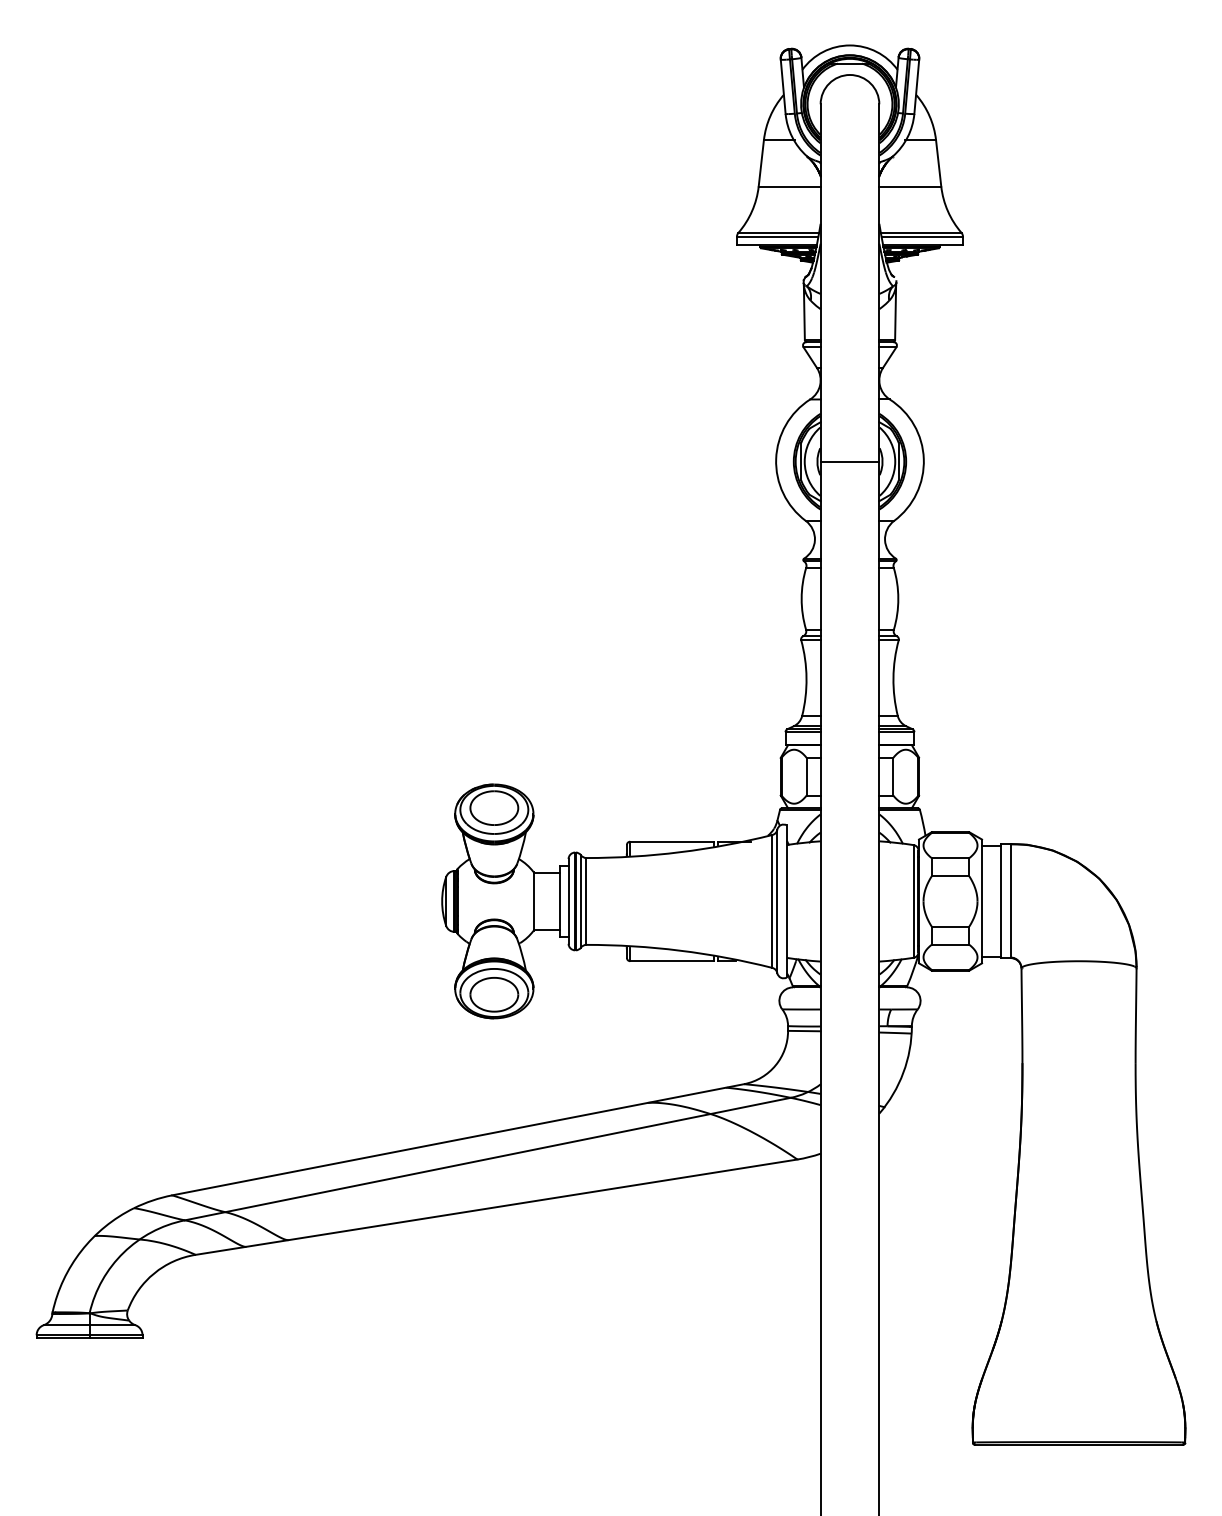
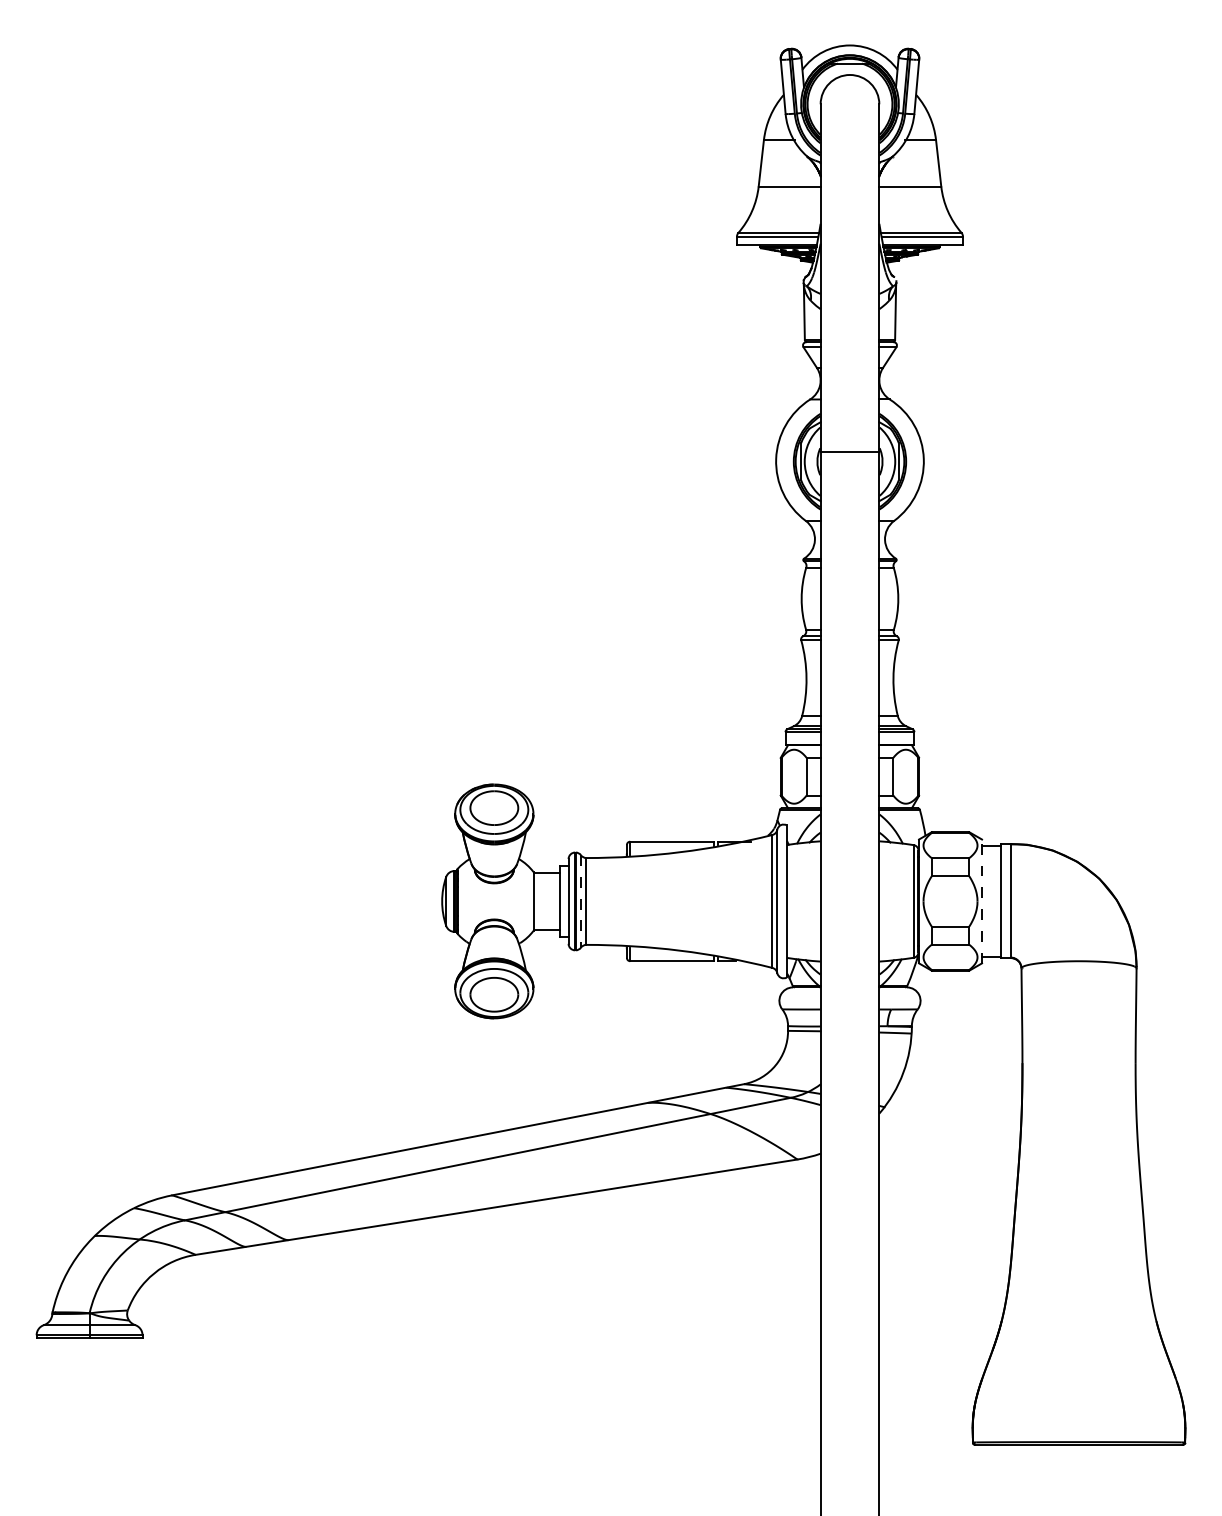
line at (849, 461) position: (849, 461) -> (849, 451)
line at (581, 901): solid -> dashed
line at (982, 901): solid -> dashed
